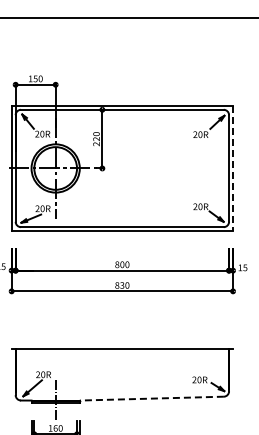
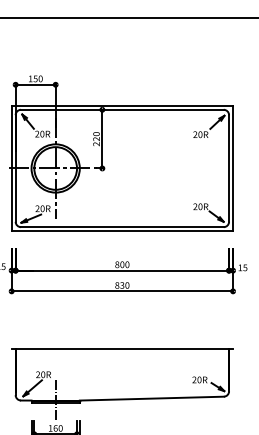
line at (233, 168): dashed -> solid
line at (151, 398): dashed -> solid
